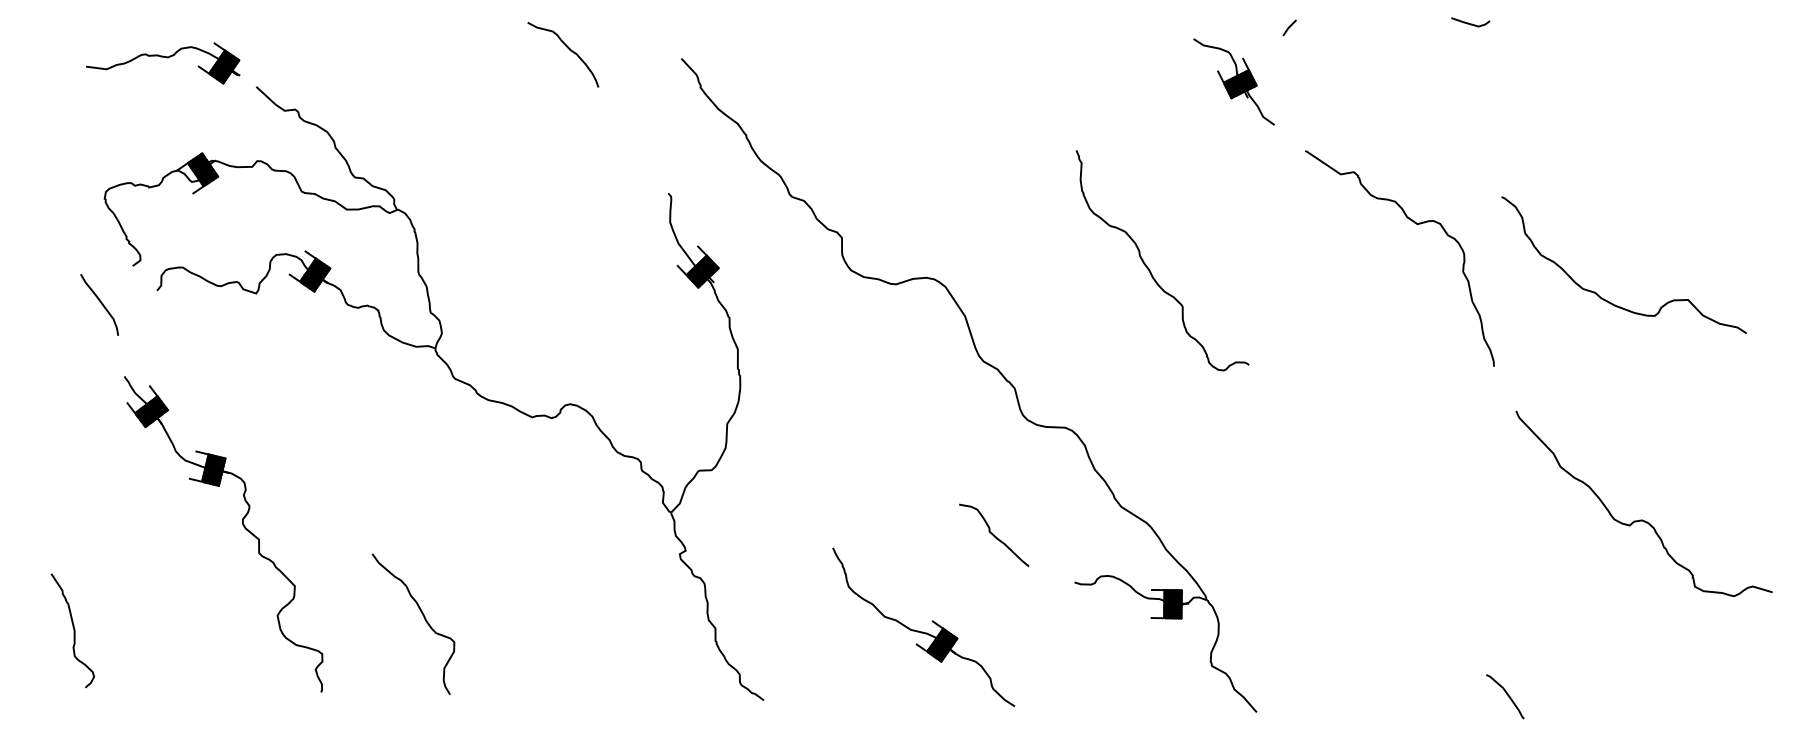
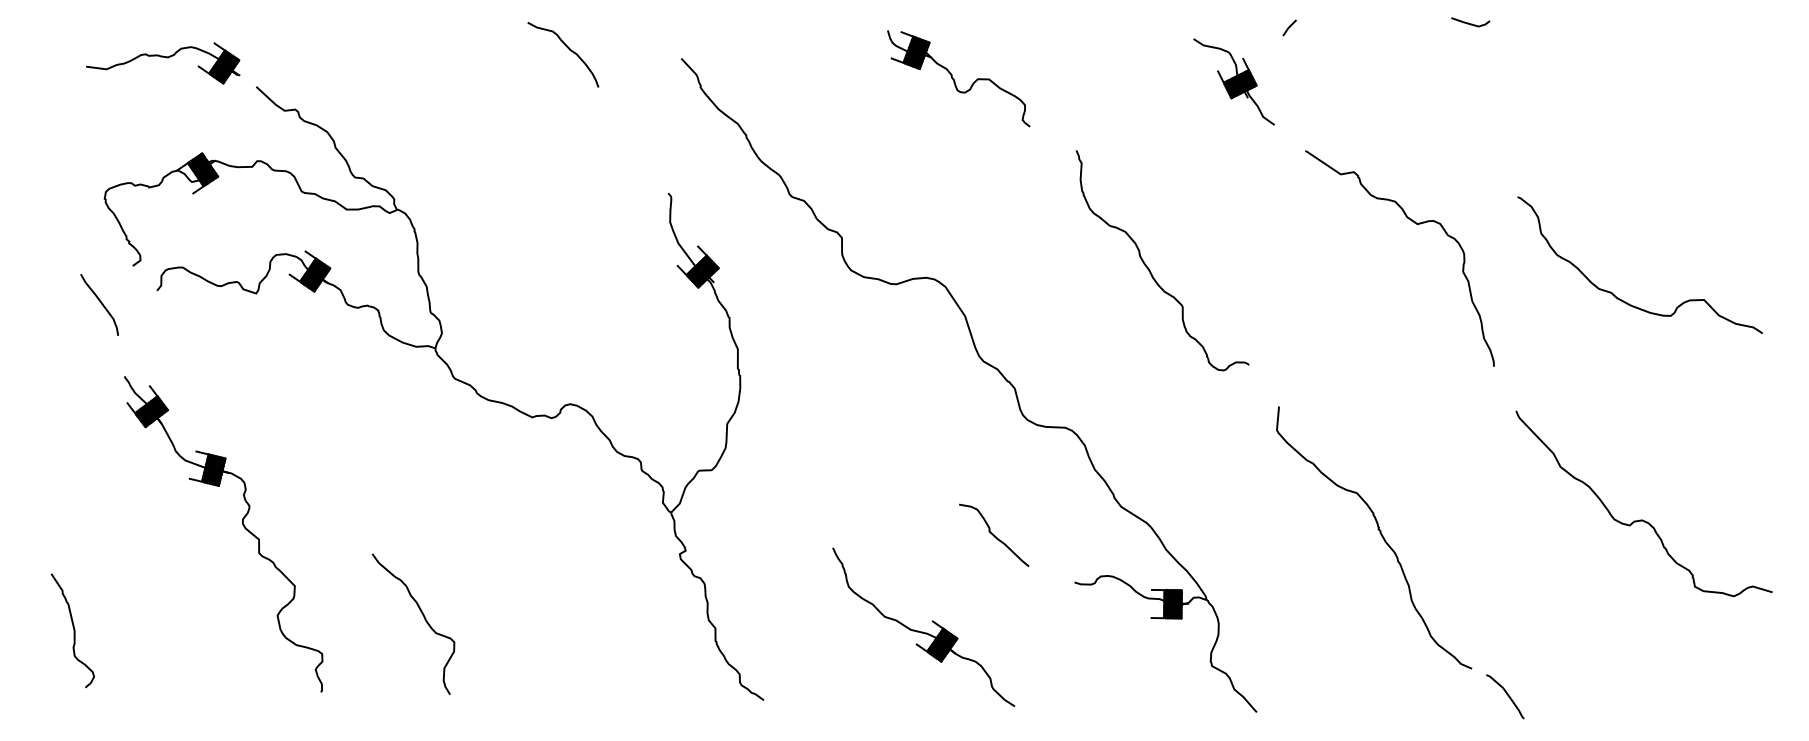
part at (958, 78): none -> present
curve at (1595, 291) position: (1595, 291) -> (1611, 291)
curve at (1379, 533): none -> present
